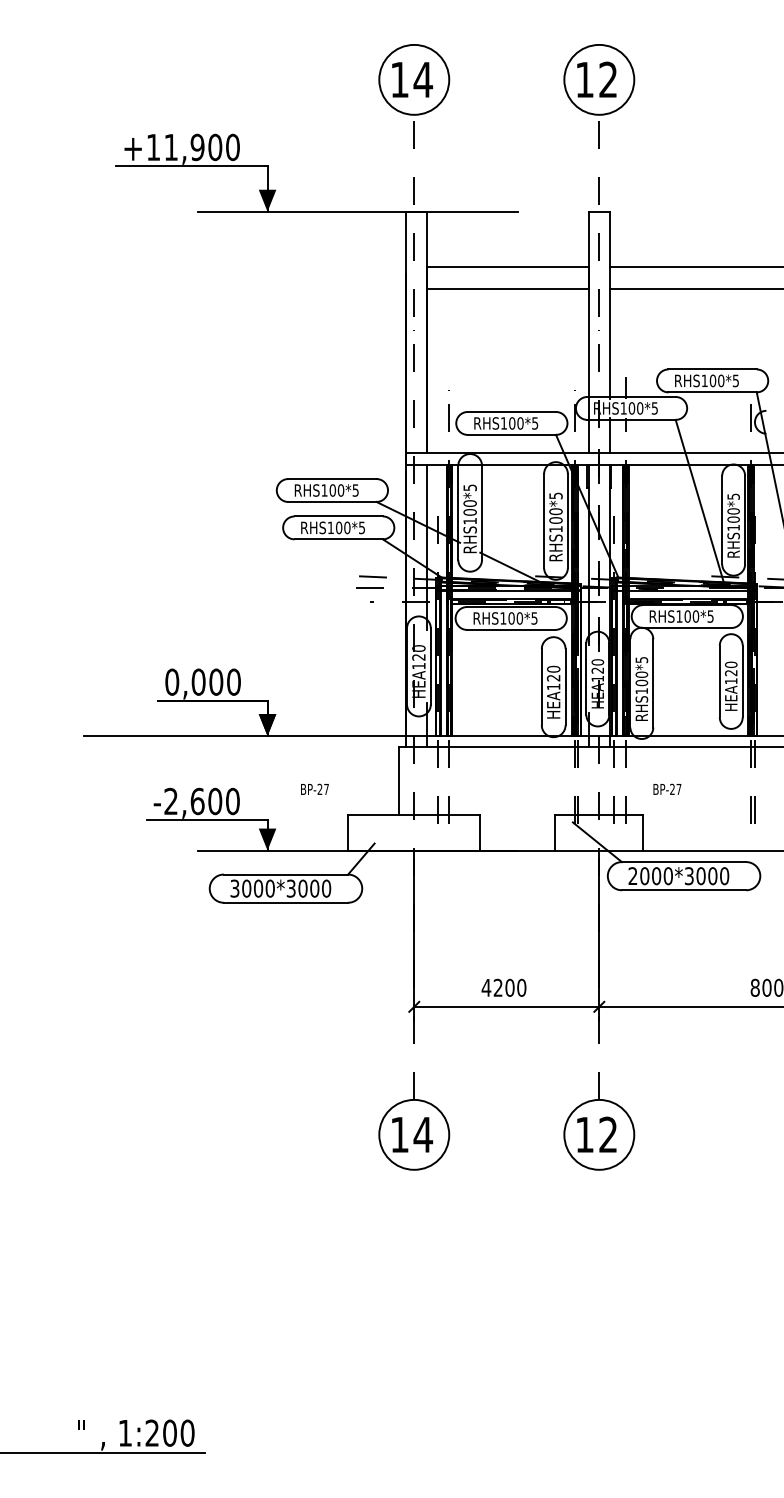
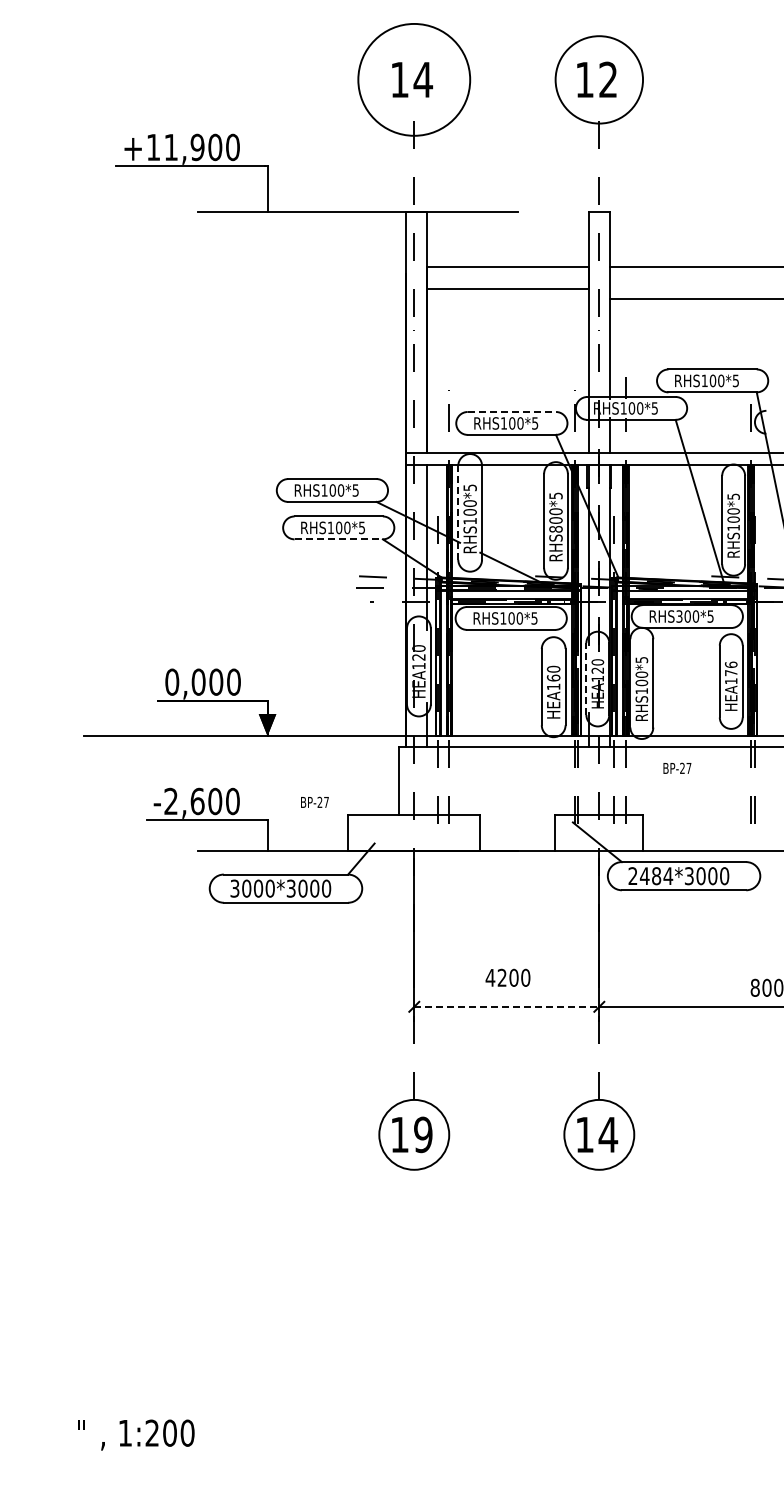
circle at (414, 79) diameter: 70 px -> 112 px
circle at (599, 79) diameter: 70 px -> 87 px
fill at (267, 200): present -> none
line at (695, 289) position: (695, 289) -> (695, 299)
line at (512, 412): solid -> dashed
line at (458, 512): solid -> dashed
text at (555, 529): RHS100*5 -> RHS800*5
line at (339, 539): solid -> dashed
text at (679, 616): RHS100*5 -> RHS300*5
text at (730, 668): HEA120 -> HEA176
text at (553, 677): HEA120 -> HEA160
line at (586, 679): solid -> dashed
text at (314, 788) position: (314, 788) -> (314, 801)
text at (667, 788) position: (667, 788) -> (677, 767)
fill at (267, 839): present -> none
text at (656, 876): 2000*3000 -> 2484*3000
text at (503, 987) position: (503, 987) -> (507, 977)
line at (506, 1006): solid -> dashed
text at (423, 1134): 14 -> 19
text at (608, 1134): 12 -> 14
line at (103, 1453): present -> none
